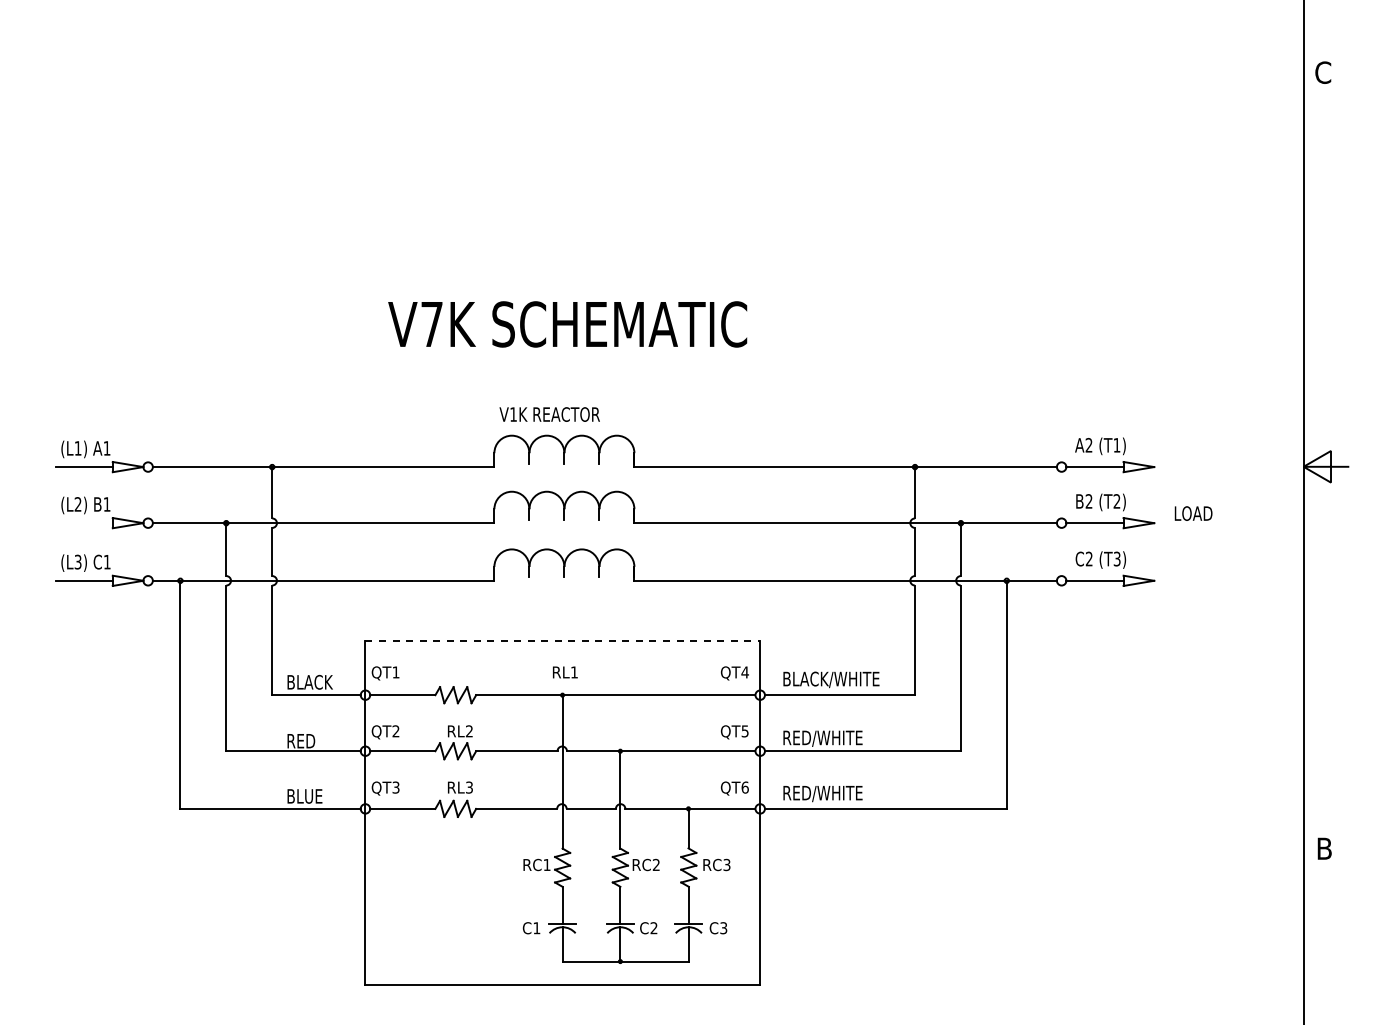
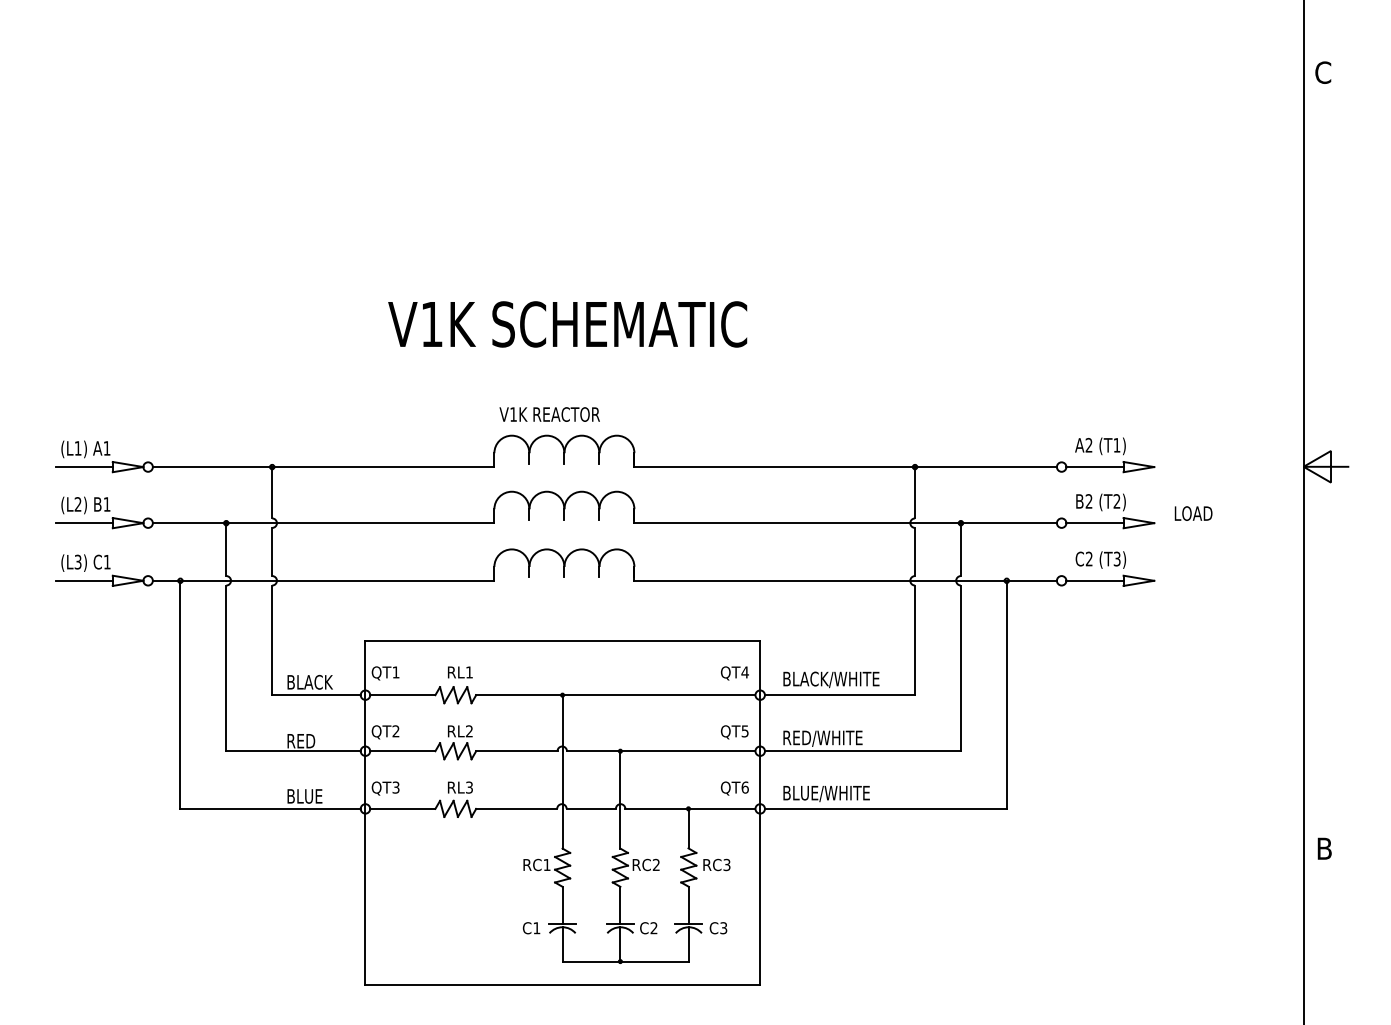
text at (431, 324): V7K -> V1K
line at (83, 523): none -> present
line at (563, 640): dashed -> solid
text at (565, 672) position: (565, 672) -> (460, 672)
text at (826, 793): RED/WHITE -> BLUE/WHITE
